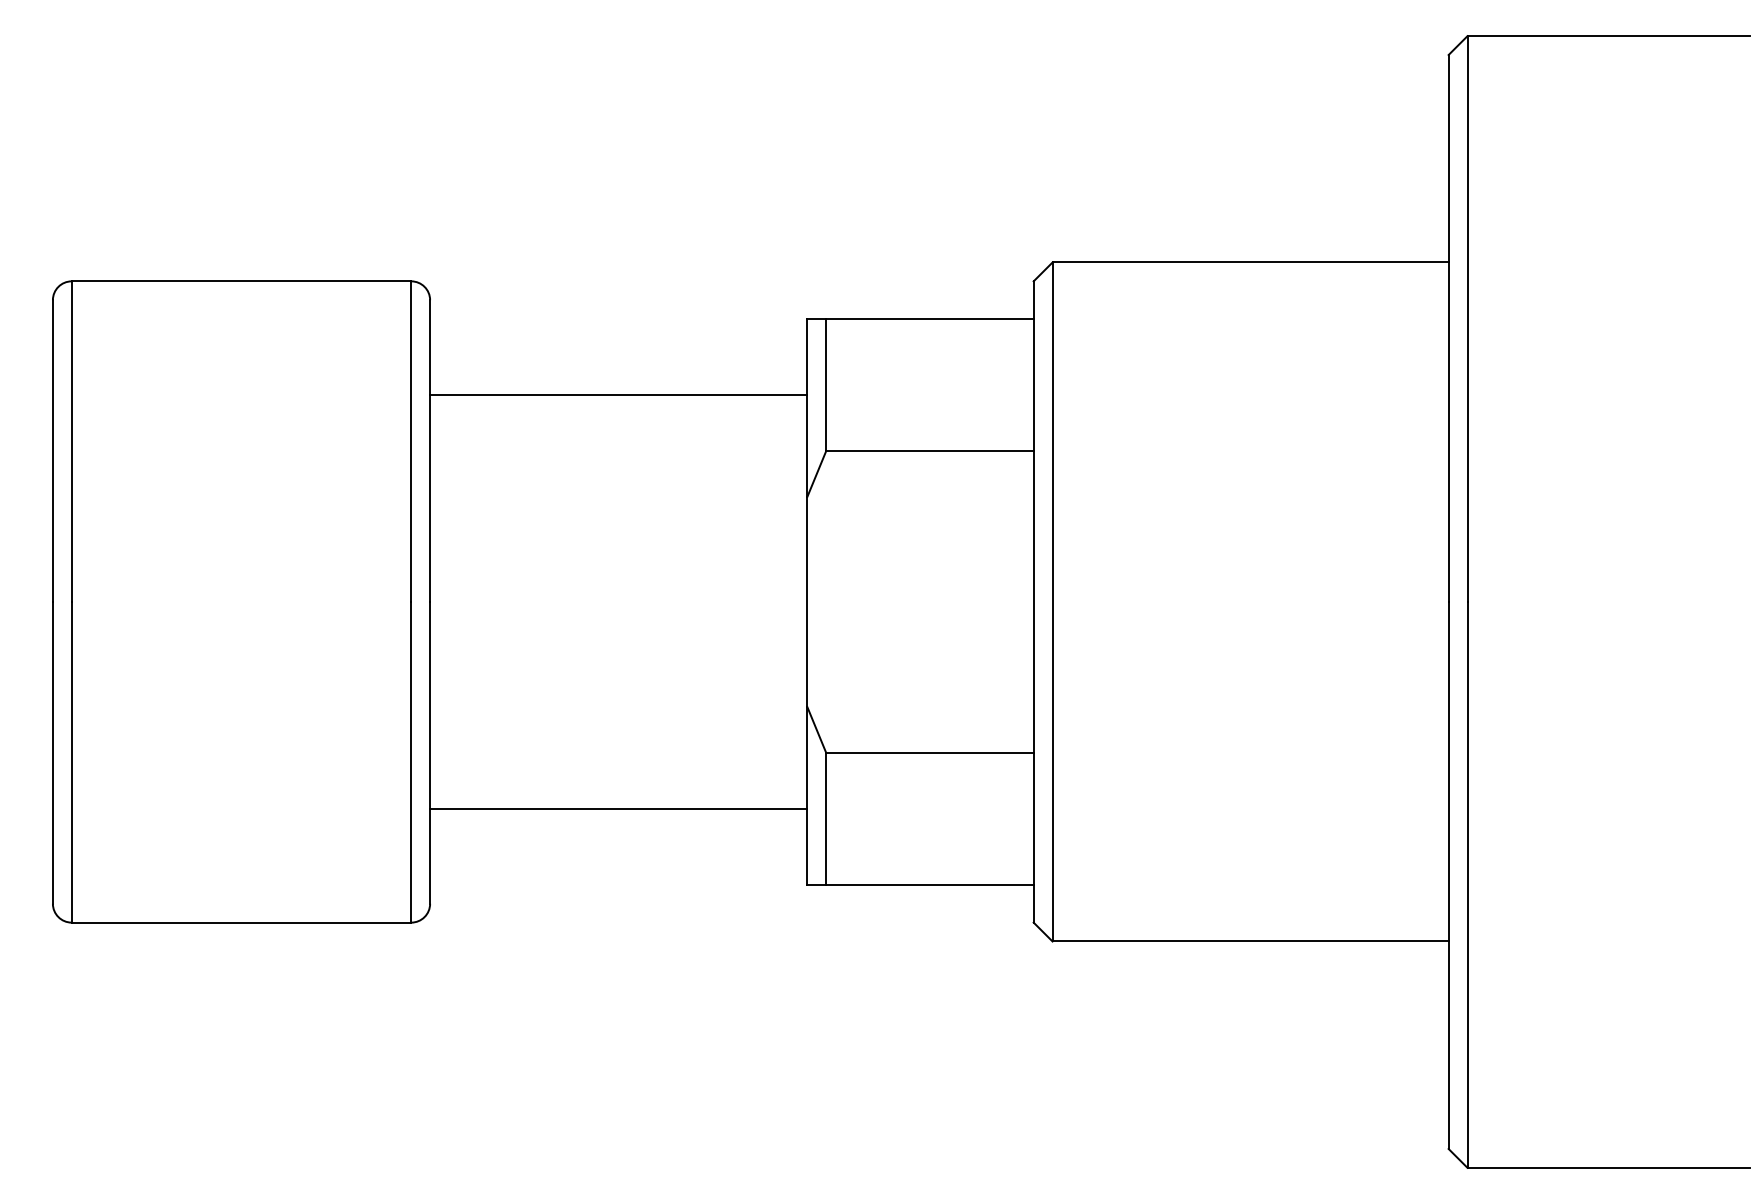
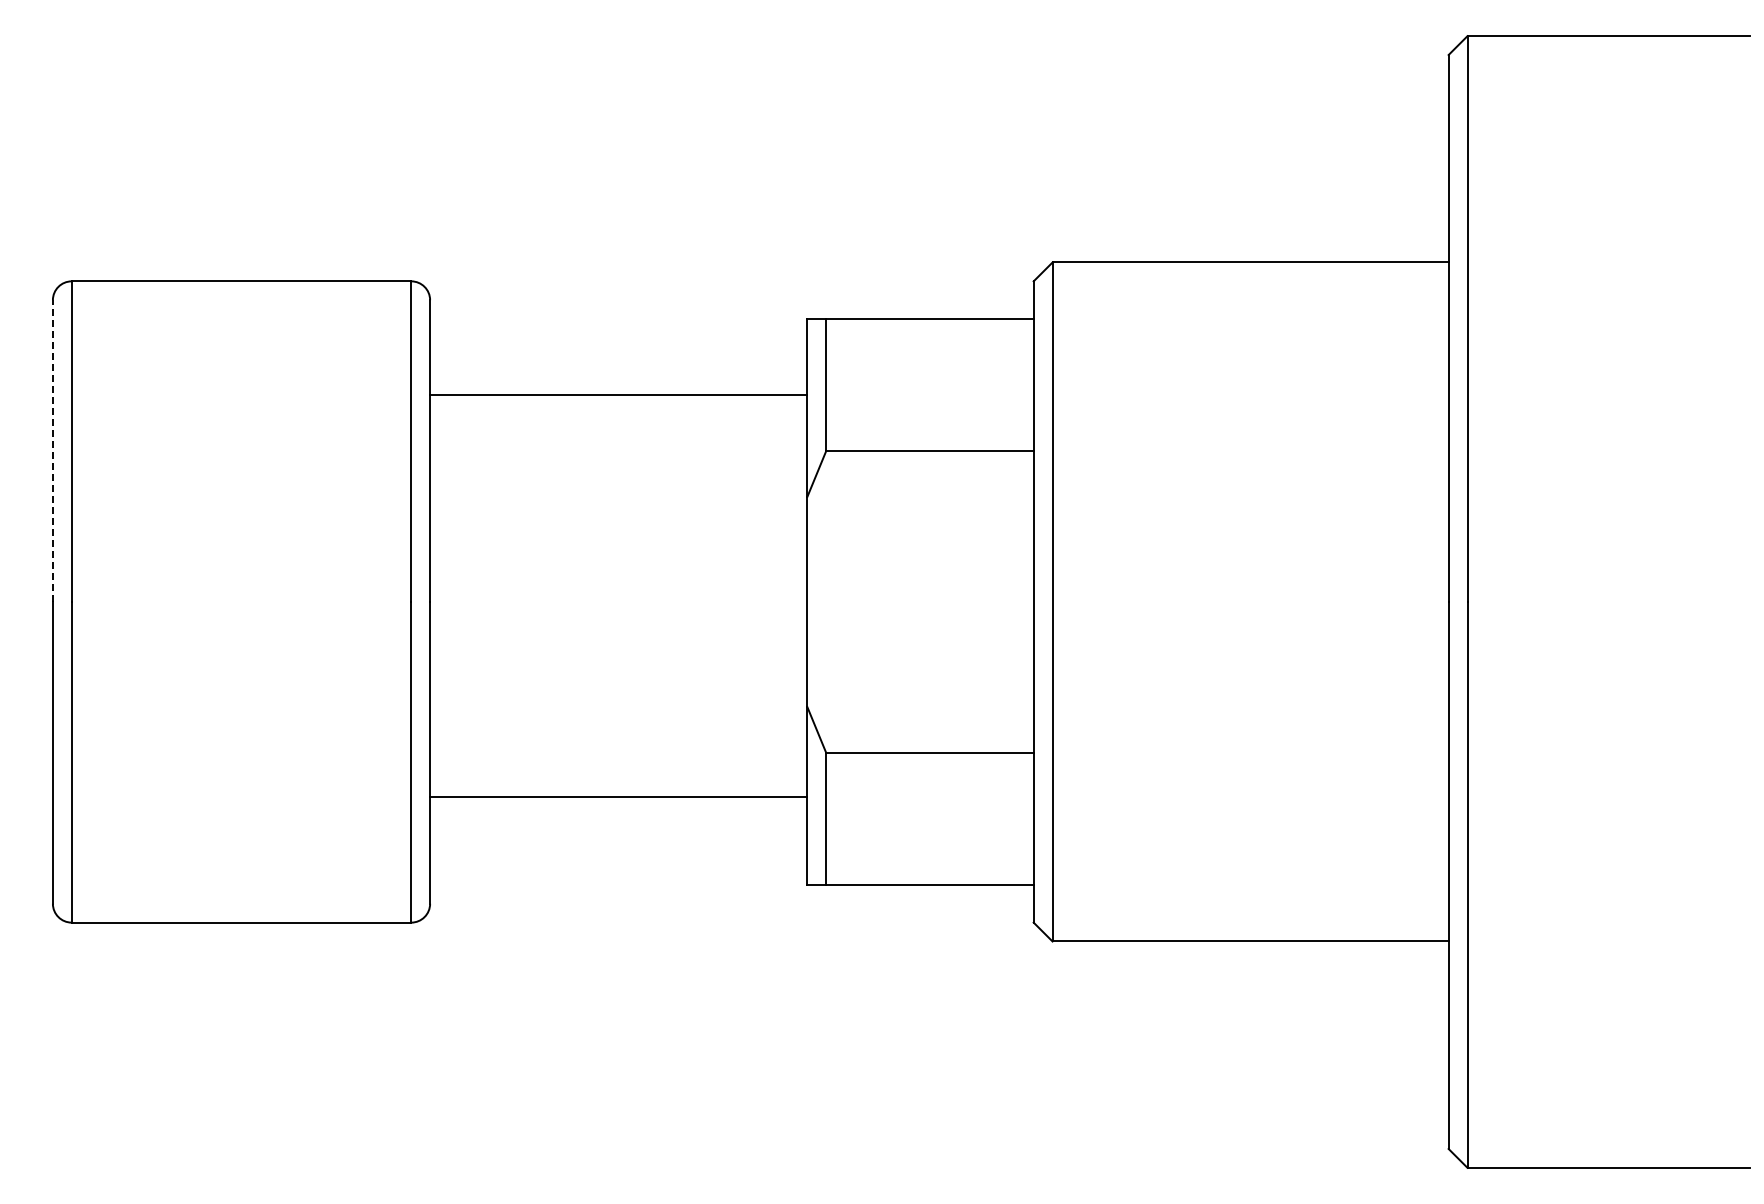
line at (52, 451): solid -> dashed
line at (618, 809) position: (618, 809) -> (618, 797)
